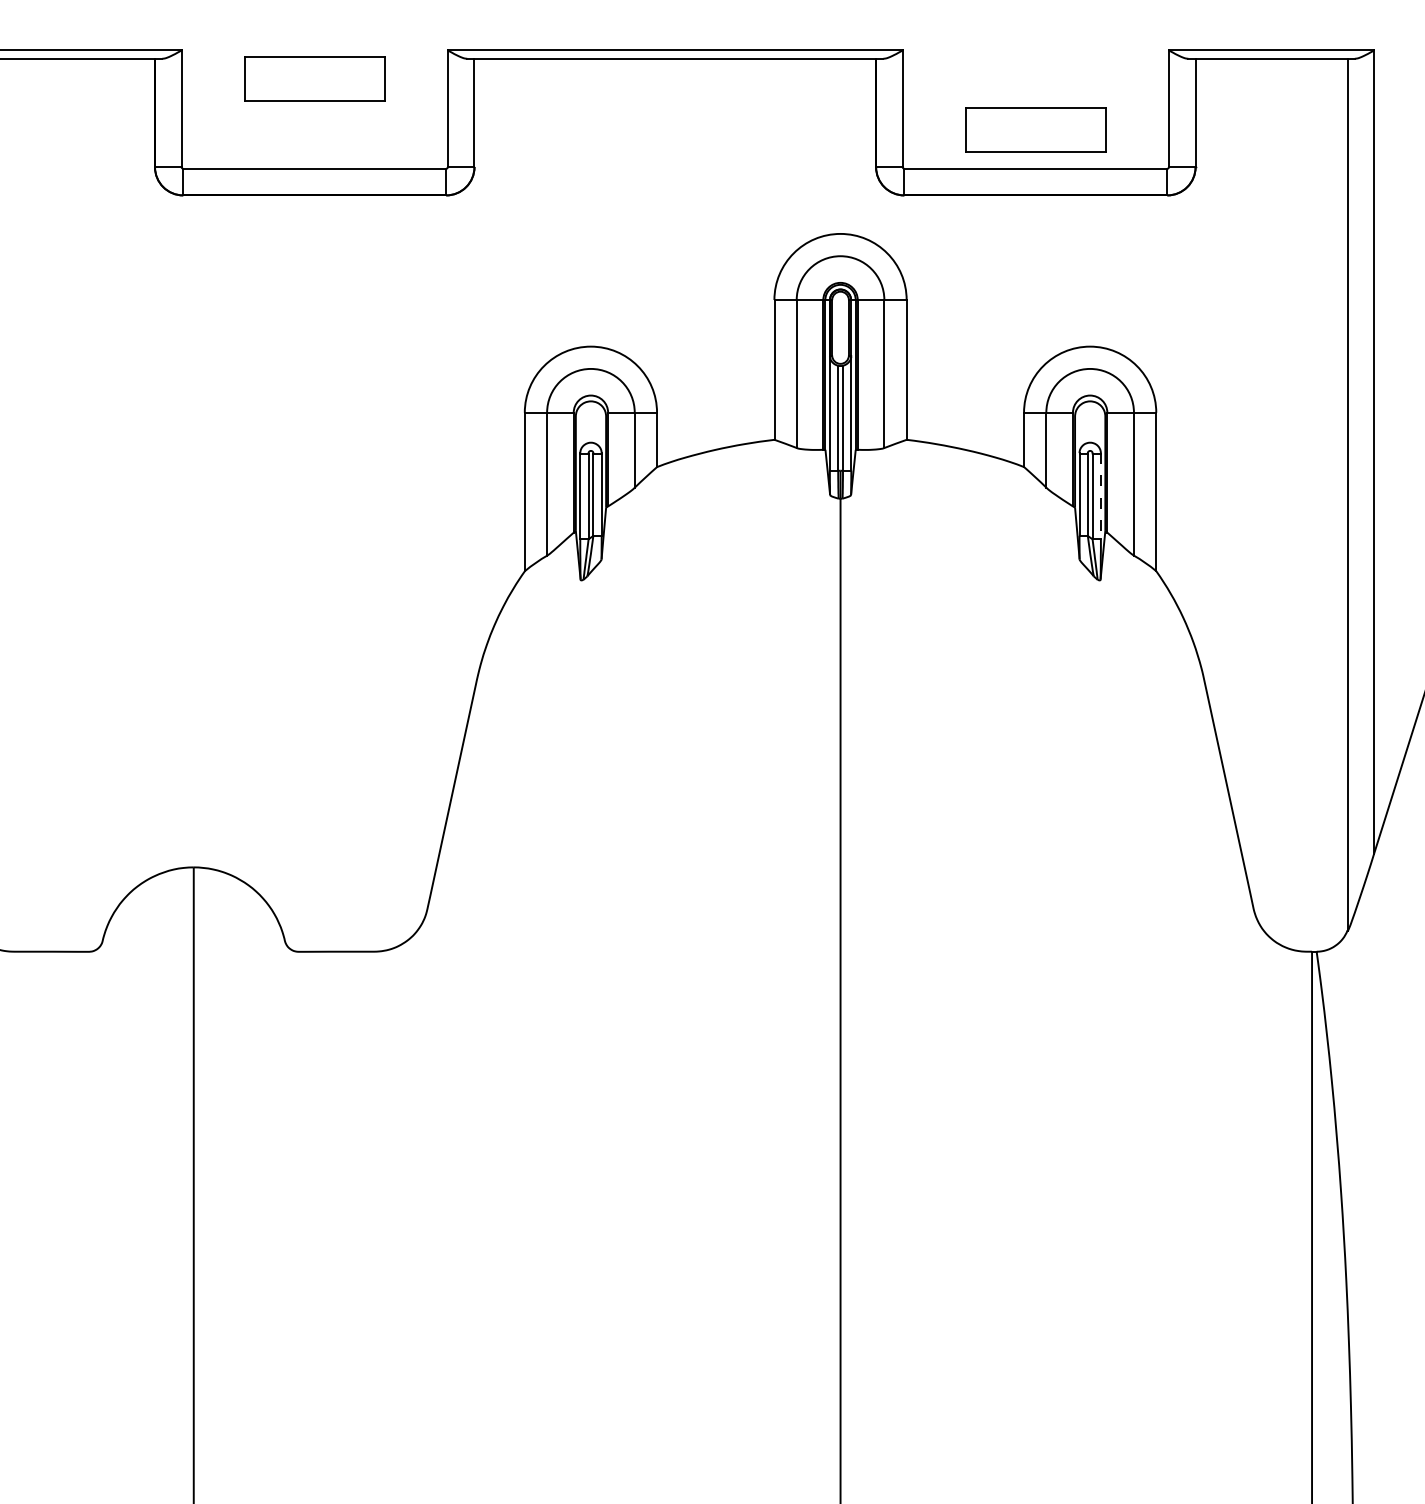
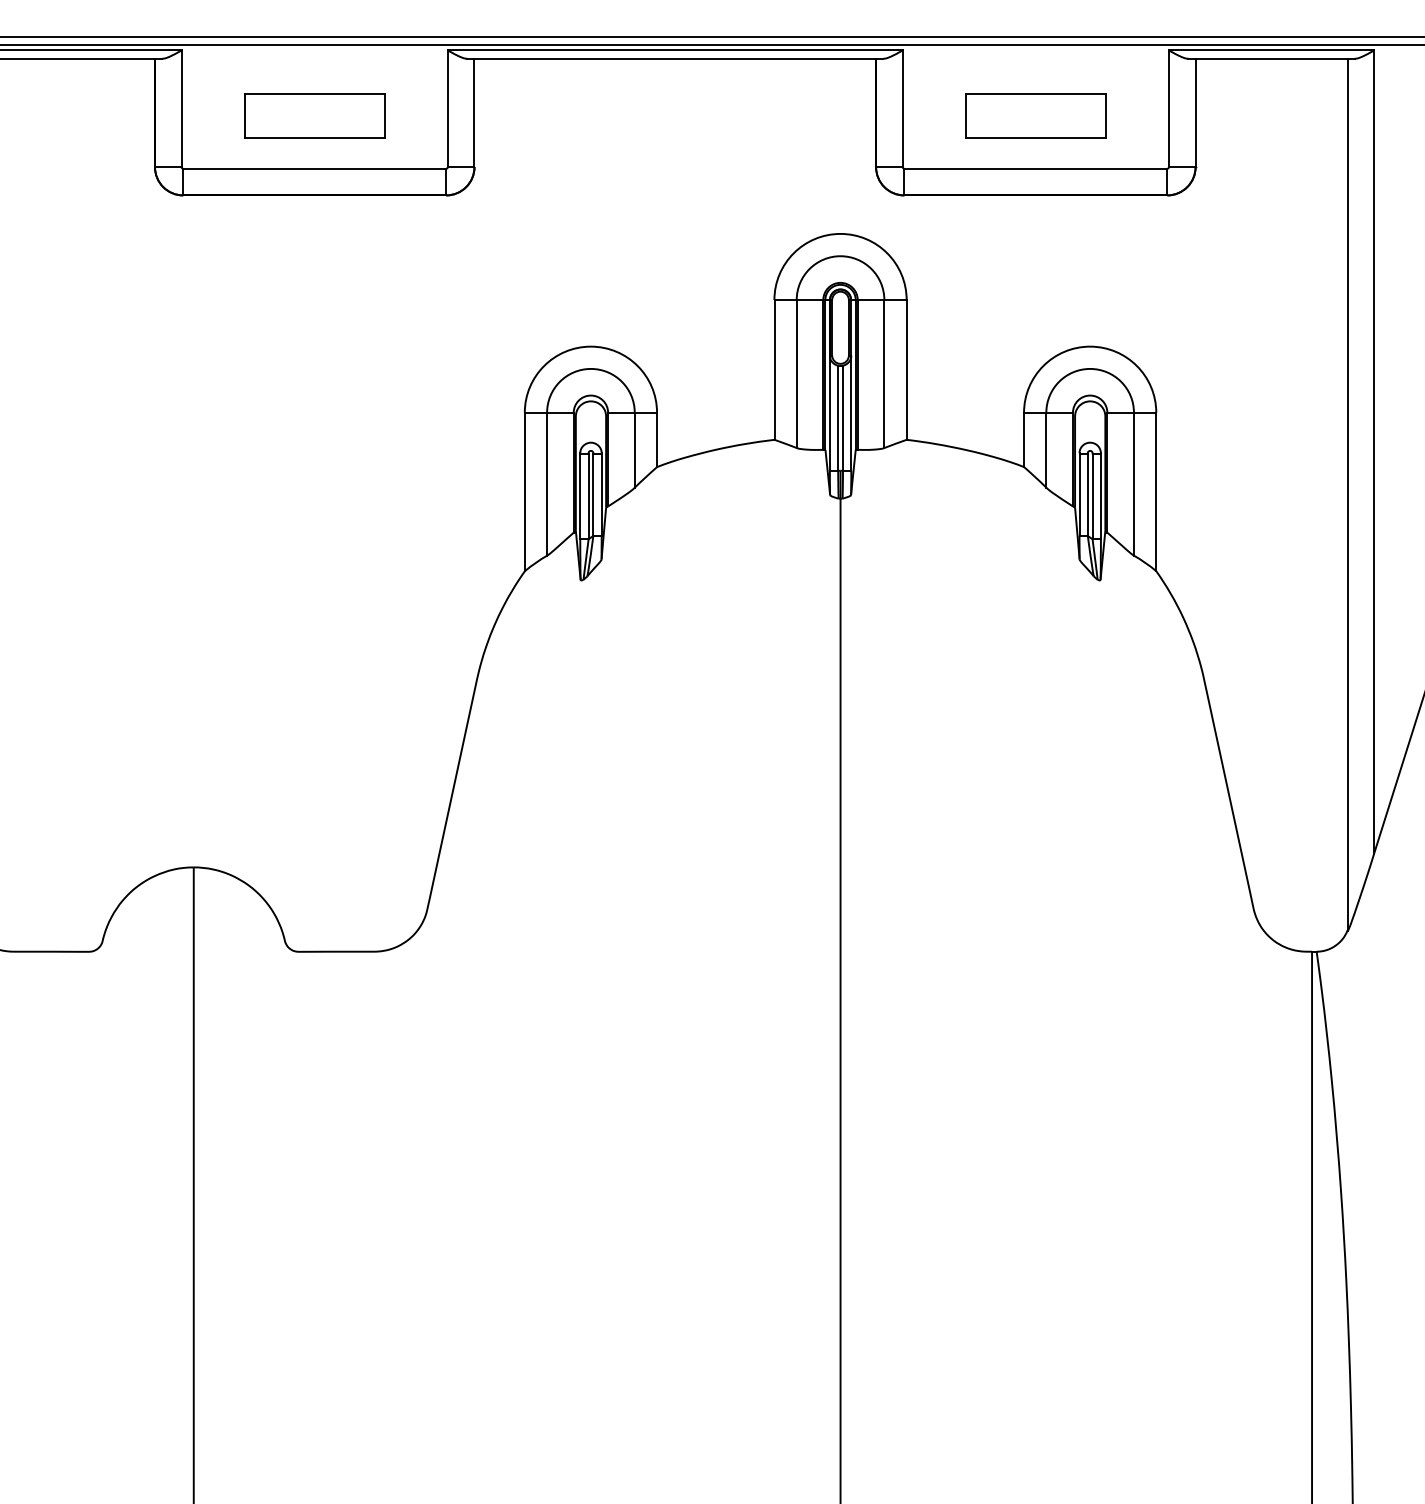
line at (711, 36): none -> present
line at (711, 45): none -> present
part at (314, 78) position: (314, 78) -> (314, 115)
part at (1035, 129) position: (1035, 129) -> (1035, 115)
line at (1100, 496): dashed -> solid
